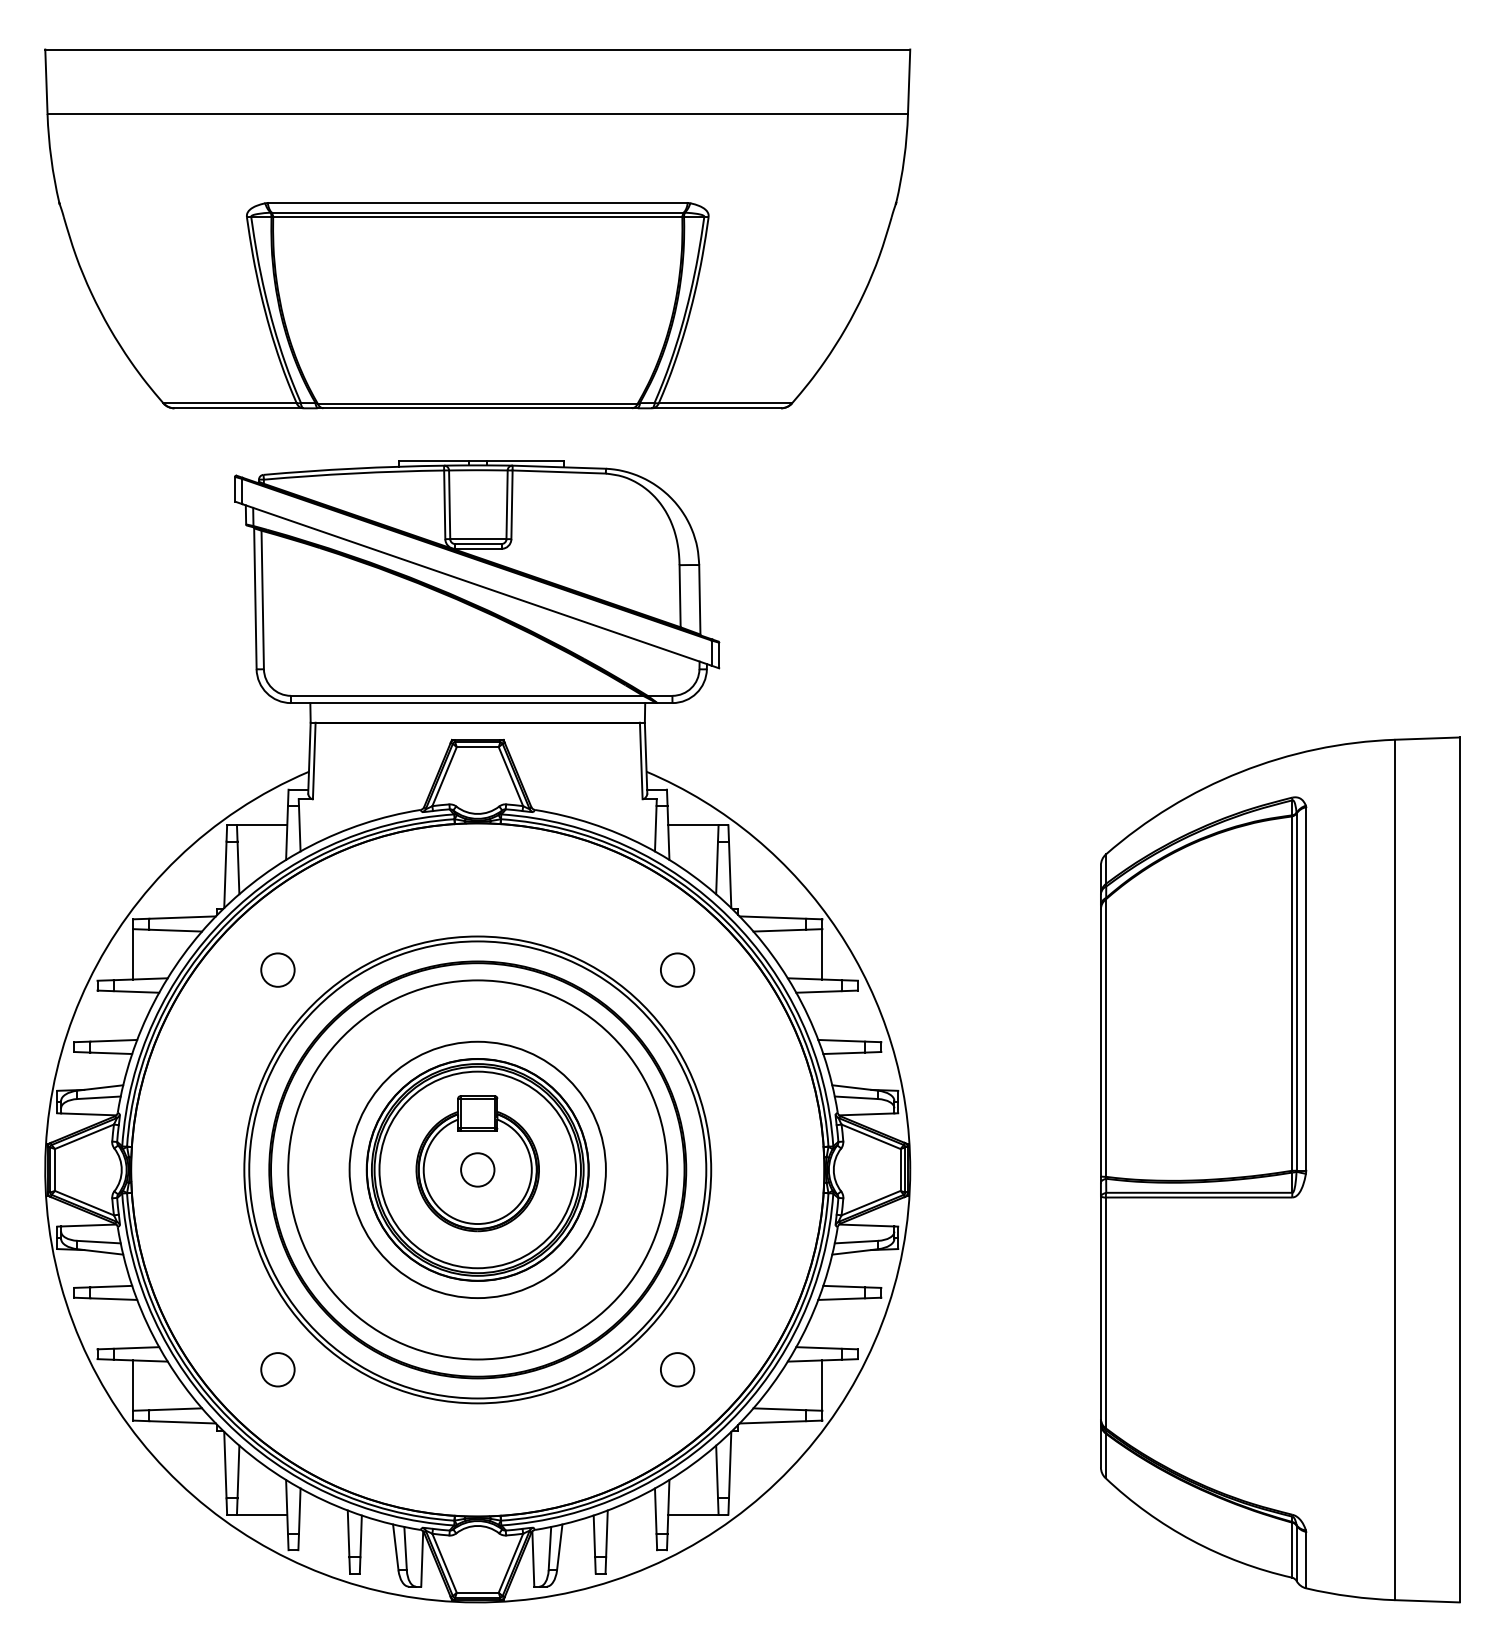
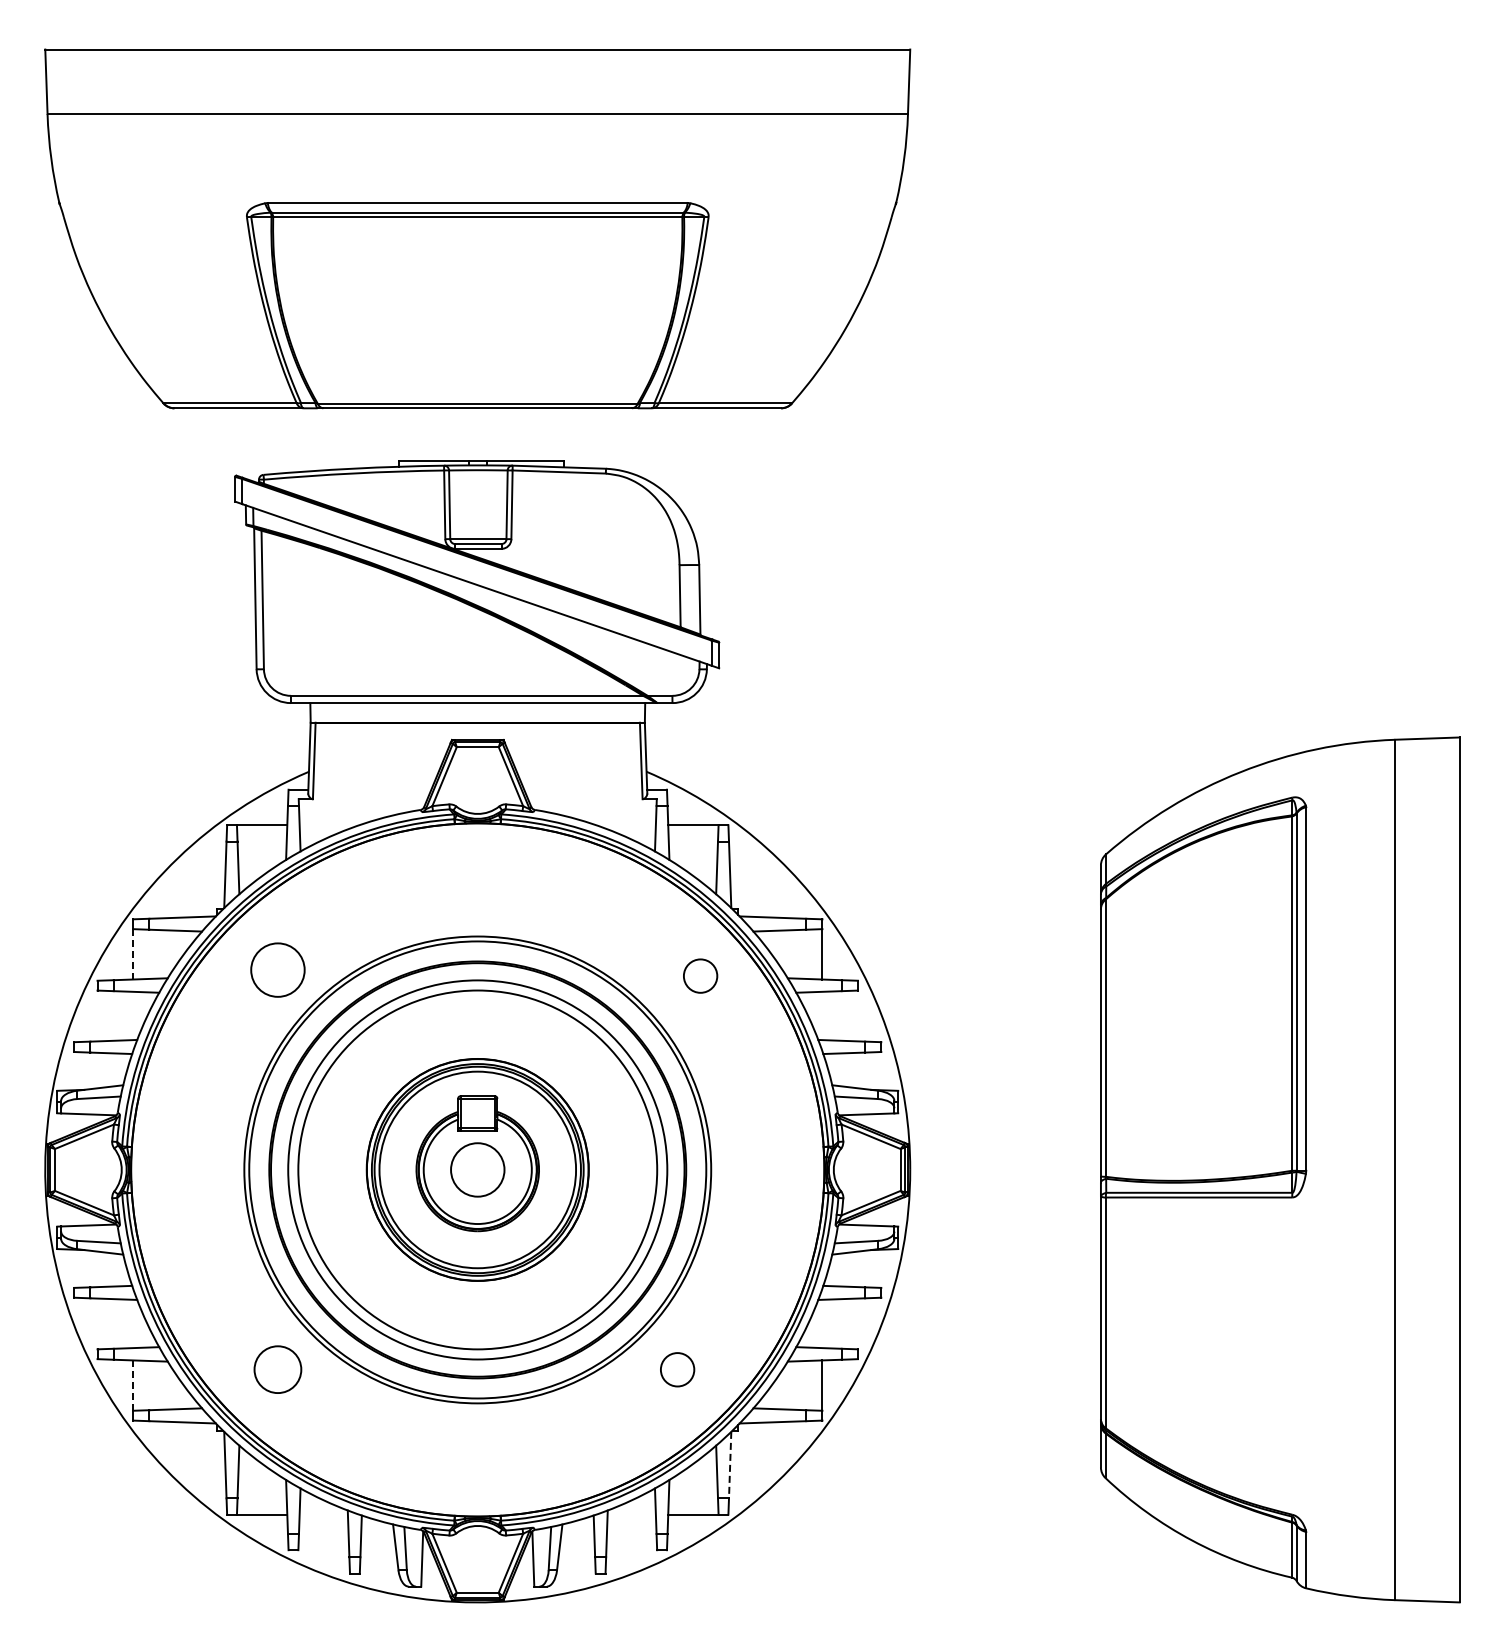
line at (133, 954): solid -> dashed
circle at (277, 969) diameter: 33 px -> 53 px
circle at (677, 969) position: (677, 969) -> (700, 975)
circle at (477, 1169) diameter: 256 px -> 359 px
circle at (477, 1169) diameter: 33 px -> 53 px
circle at (277, 1369) size: 36x36 px -> 50x49 px
line at (133, 1386): solid -> dashed
line at (730, 1465): solid -> dashed
